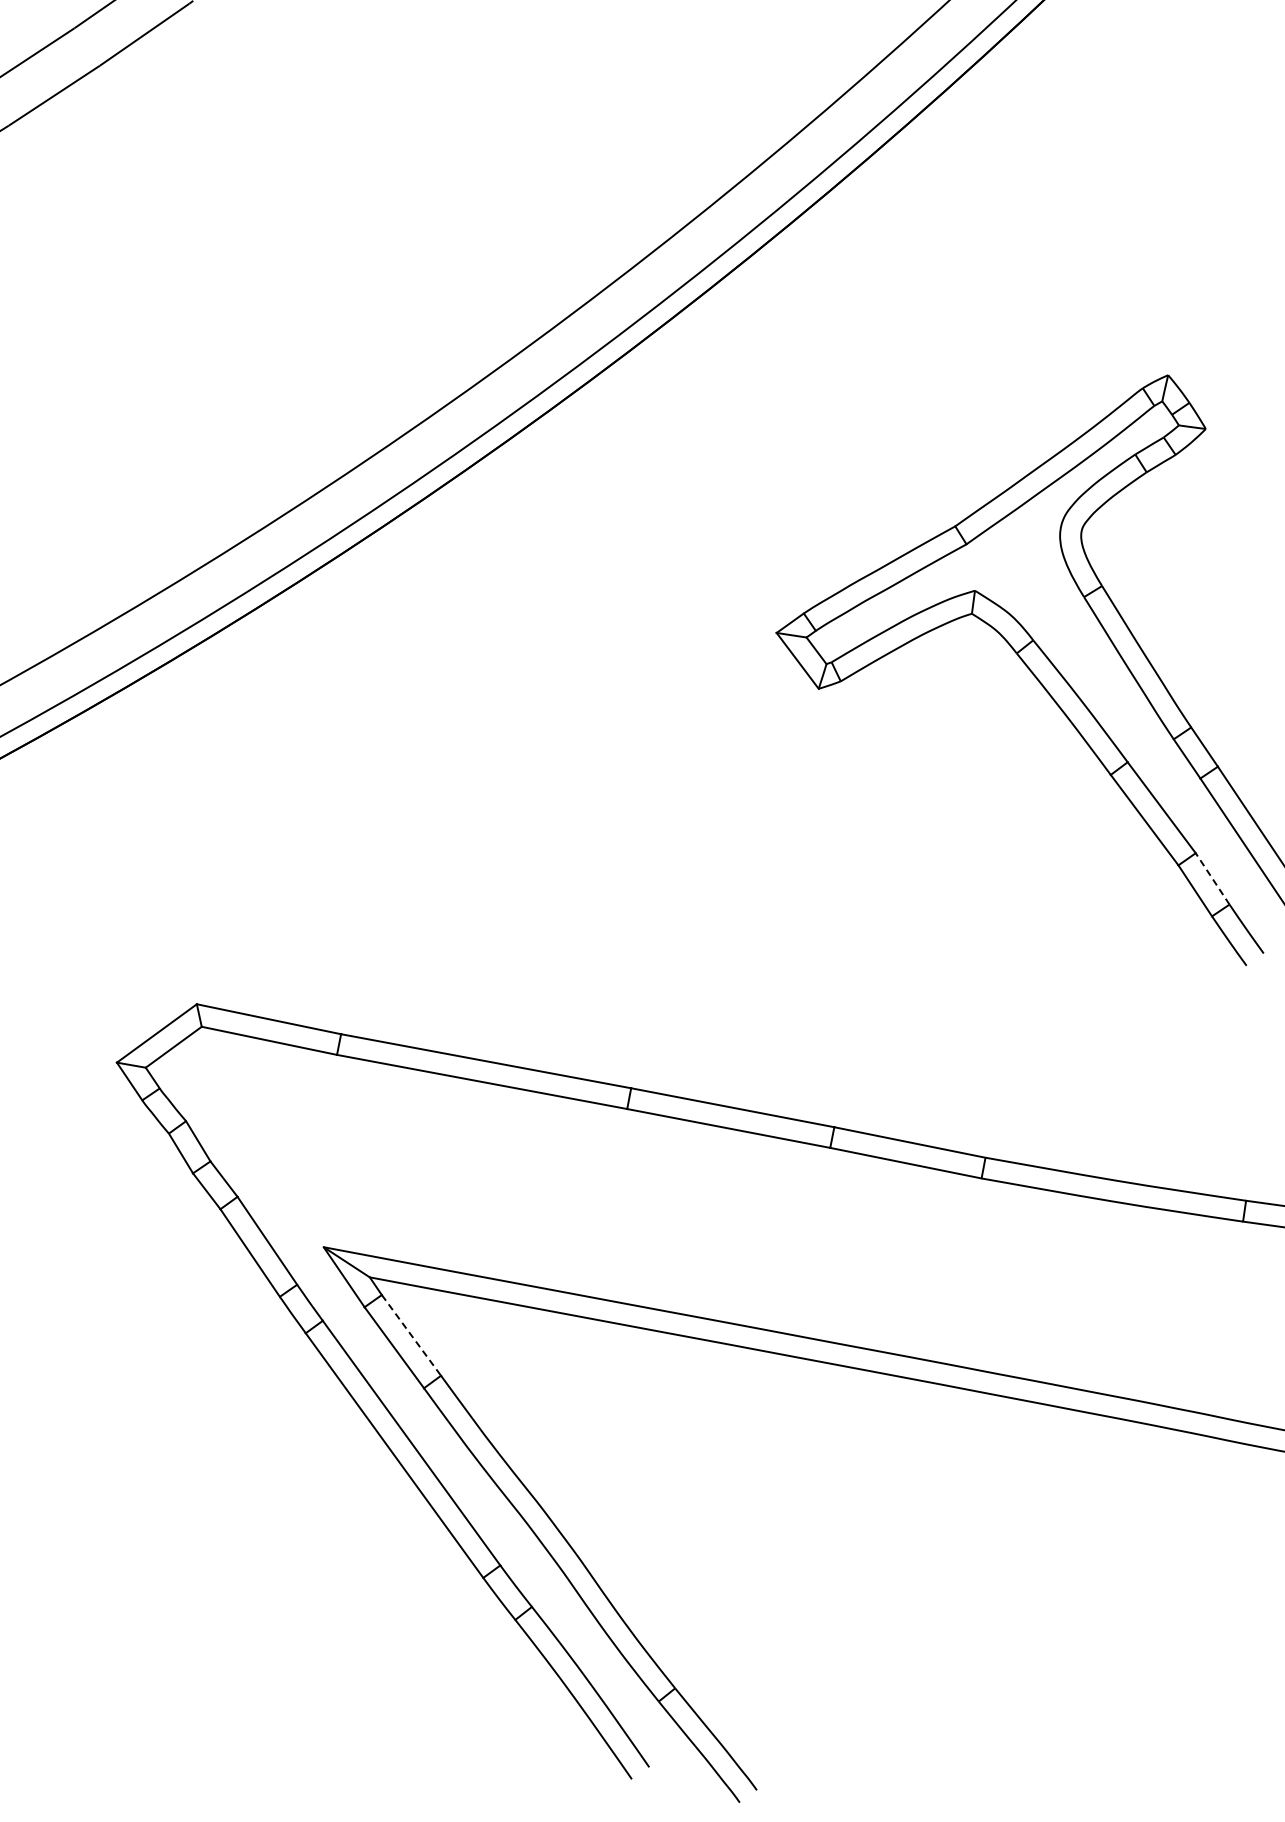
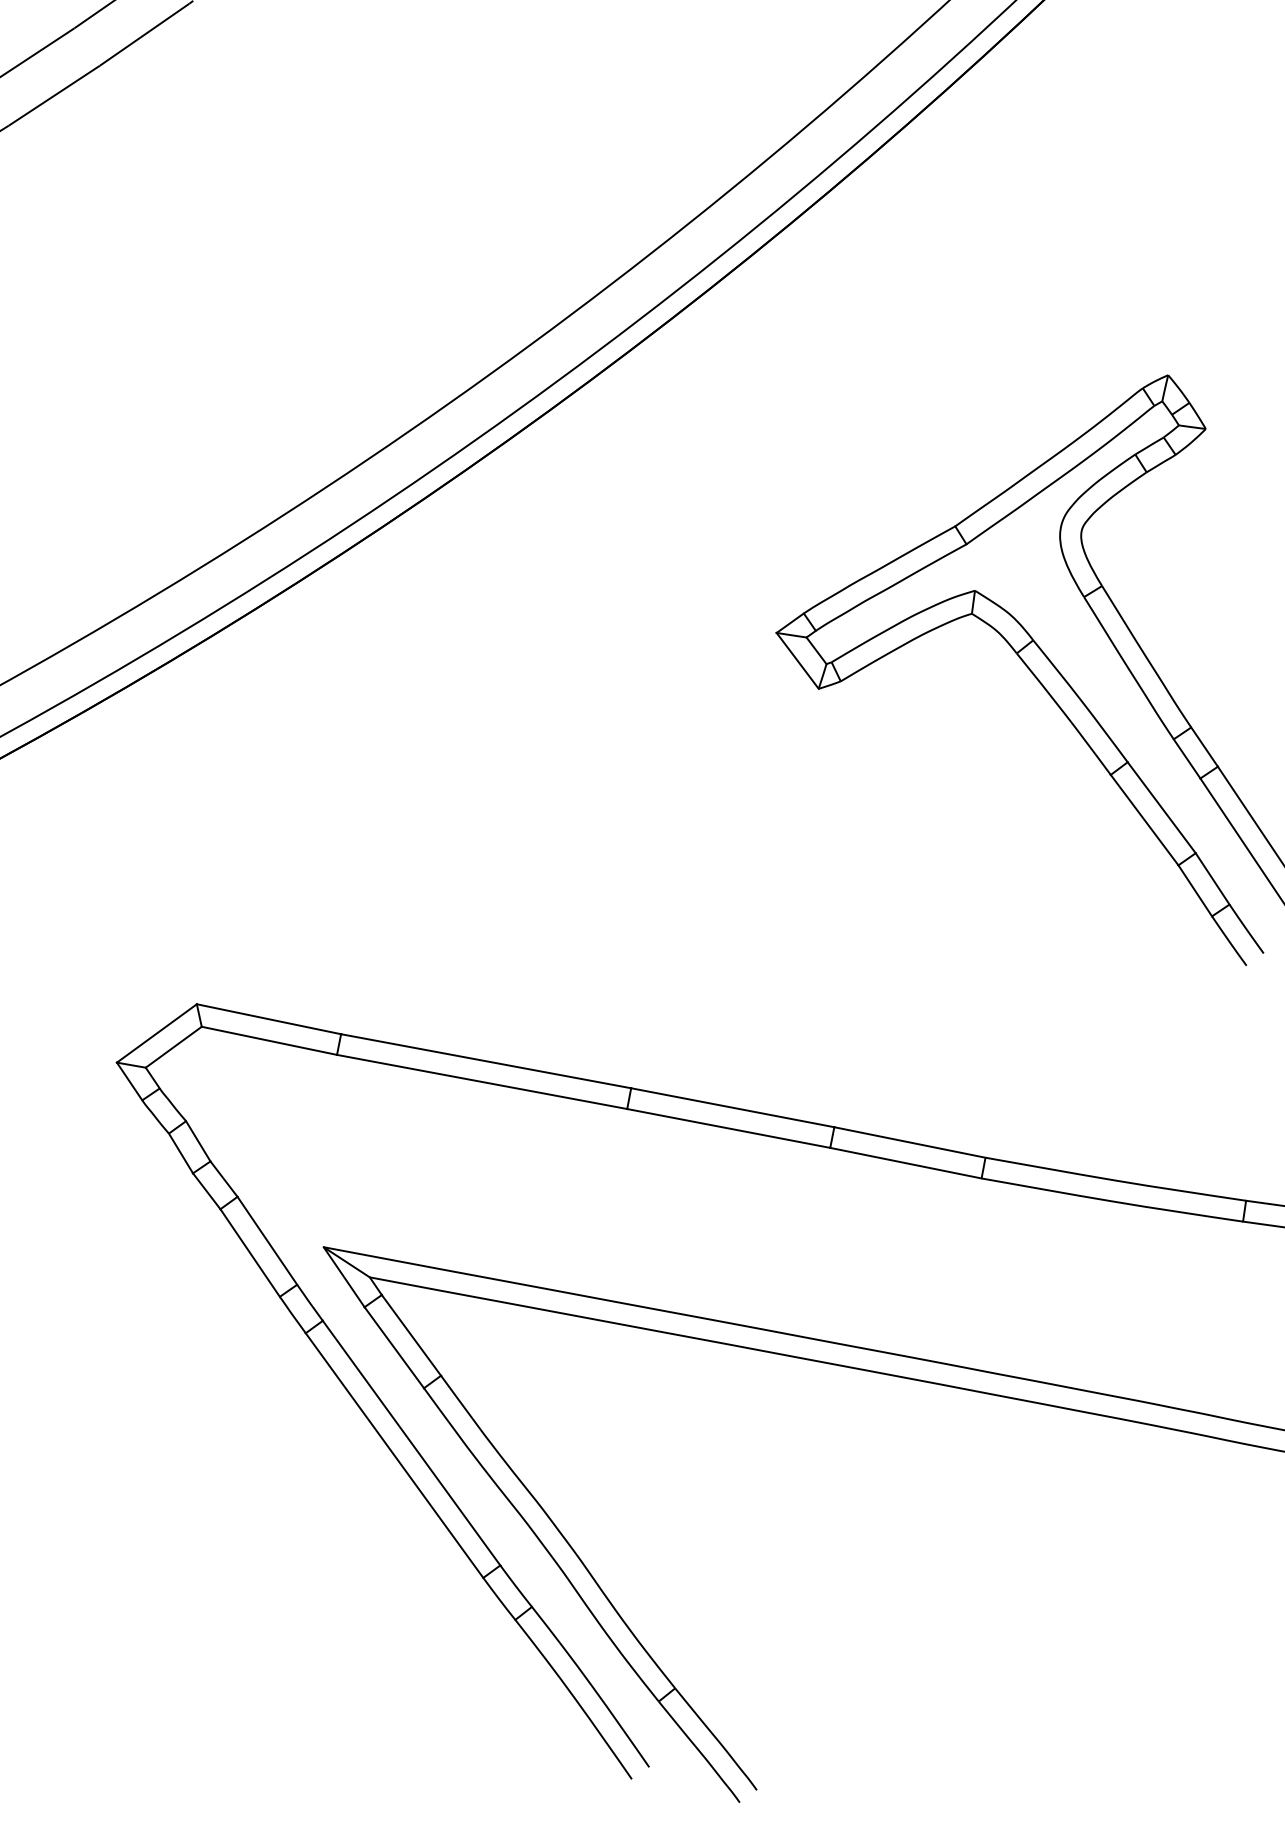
line at (1212, 878): dashed -> solid
line at (411, 1335): dashed -> solid
